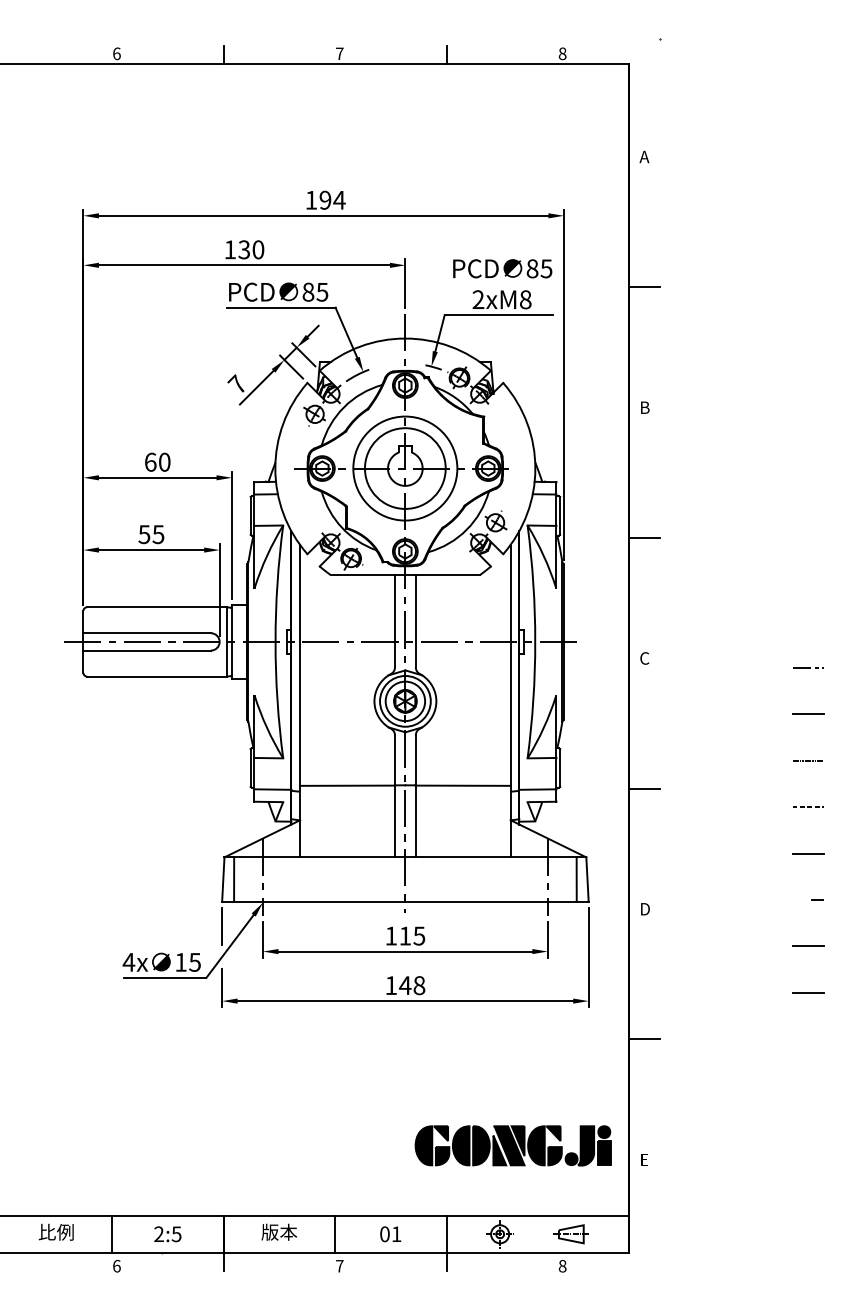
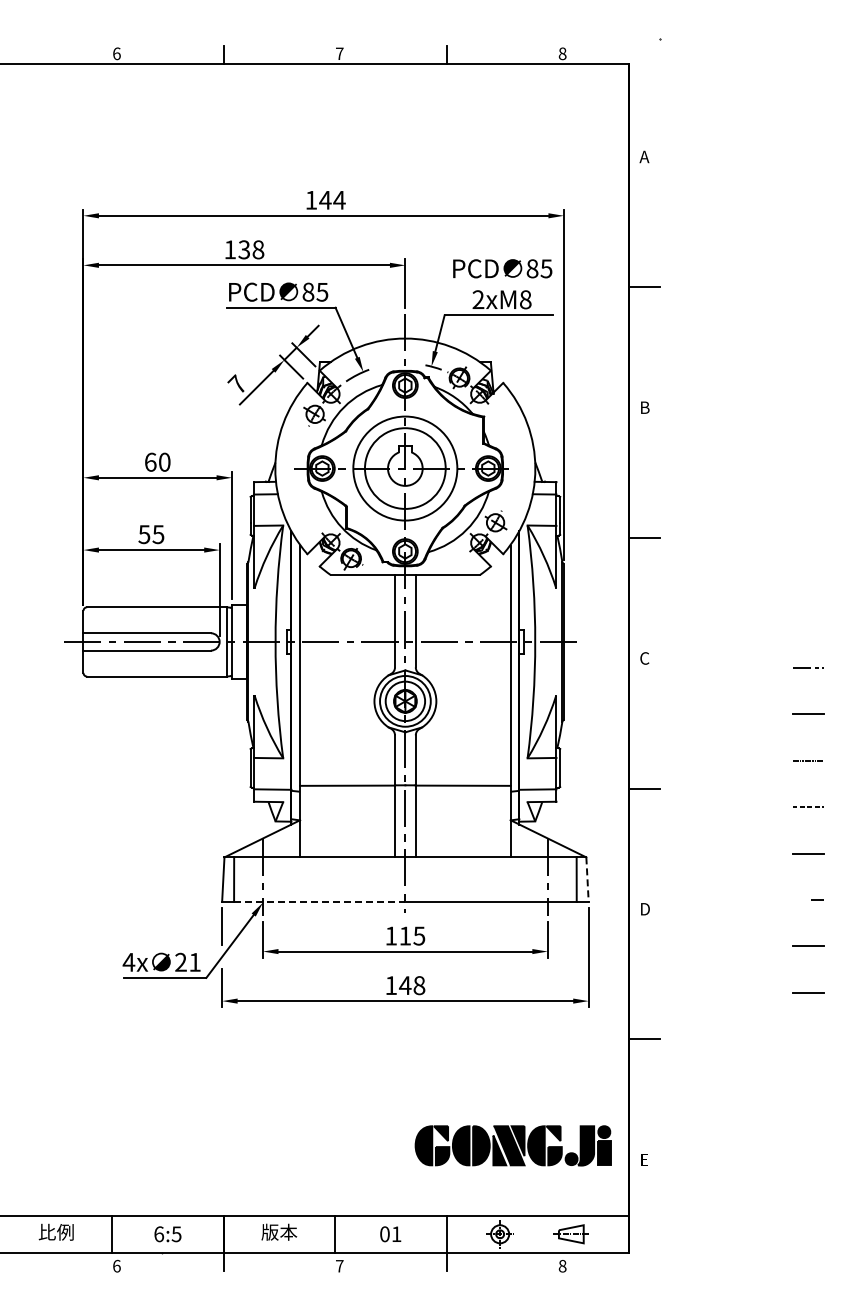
text at (325, 199): 194 -> 144
text at (258, 249): 130 -> 138
line at (587, 880): solid -> dashed
line at (319, 901): solid -> dashed
text at (187, 961): 15 -> 21
text at (159, 1234): 2:5 -> 6:5
